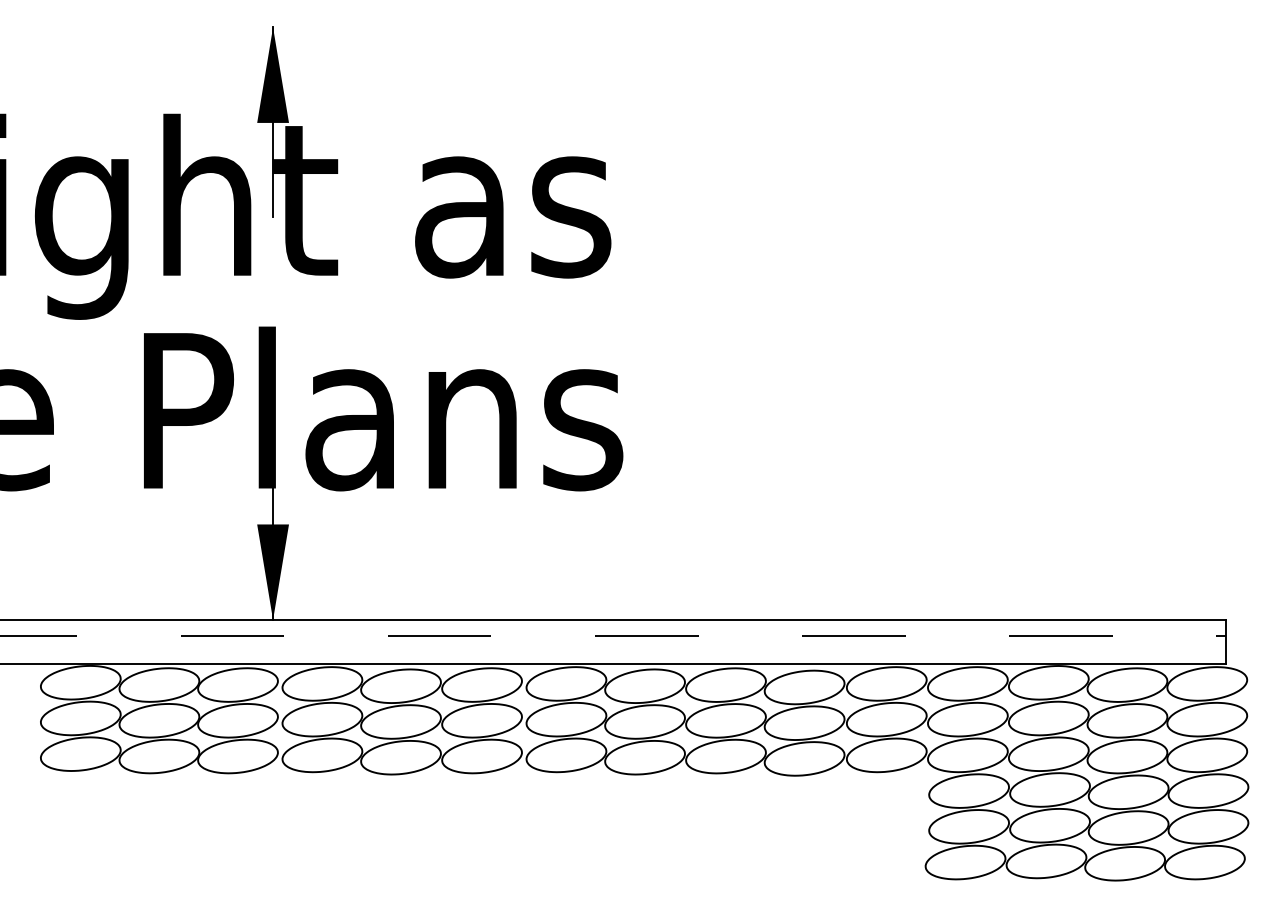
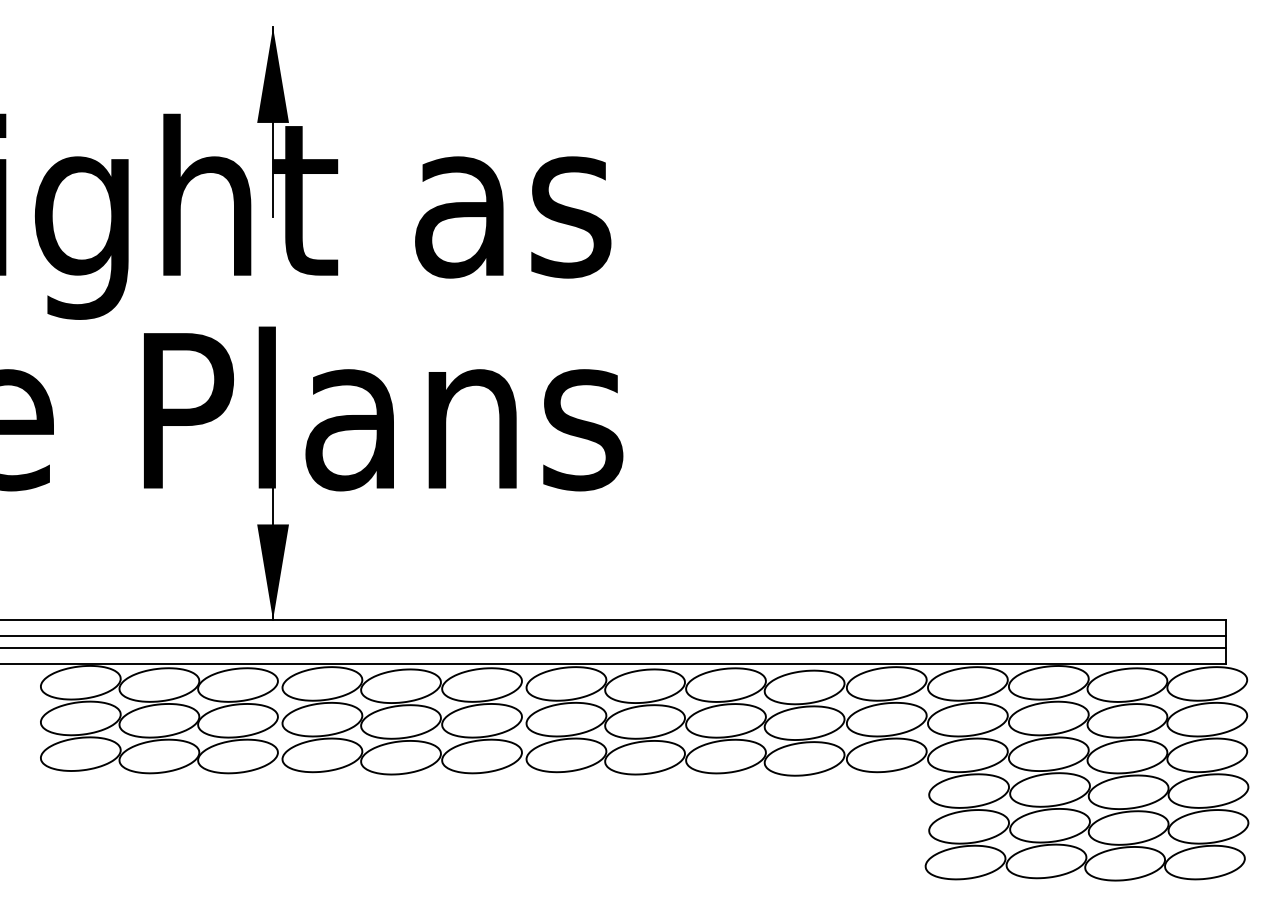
line at (613, 636): dashed -> solid
line at (614, 648): none -> present
